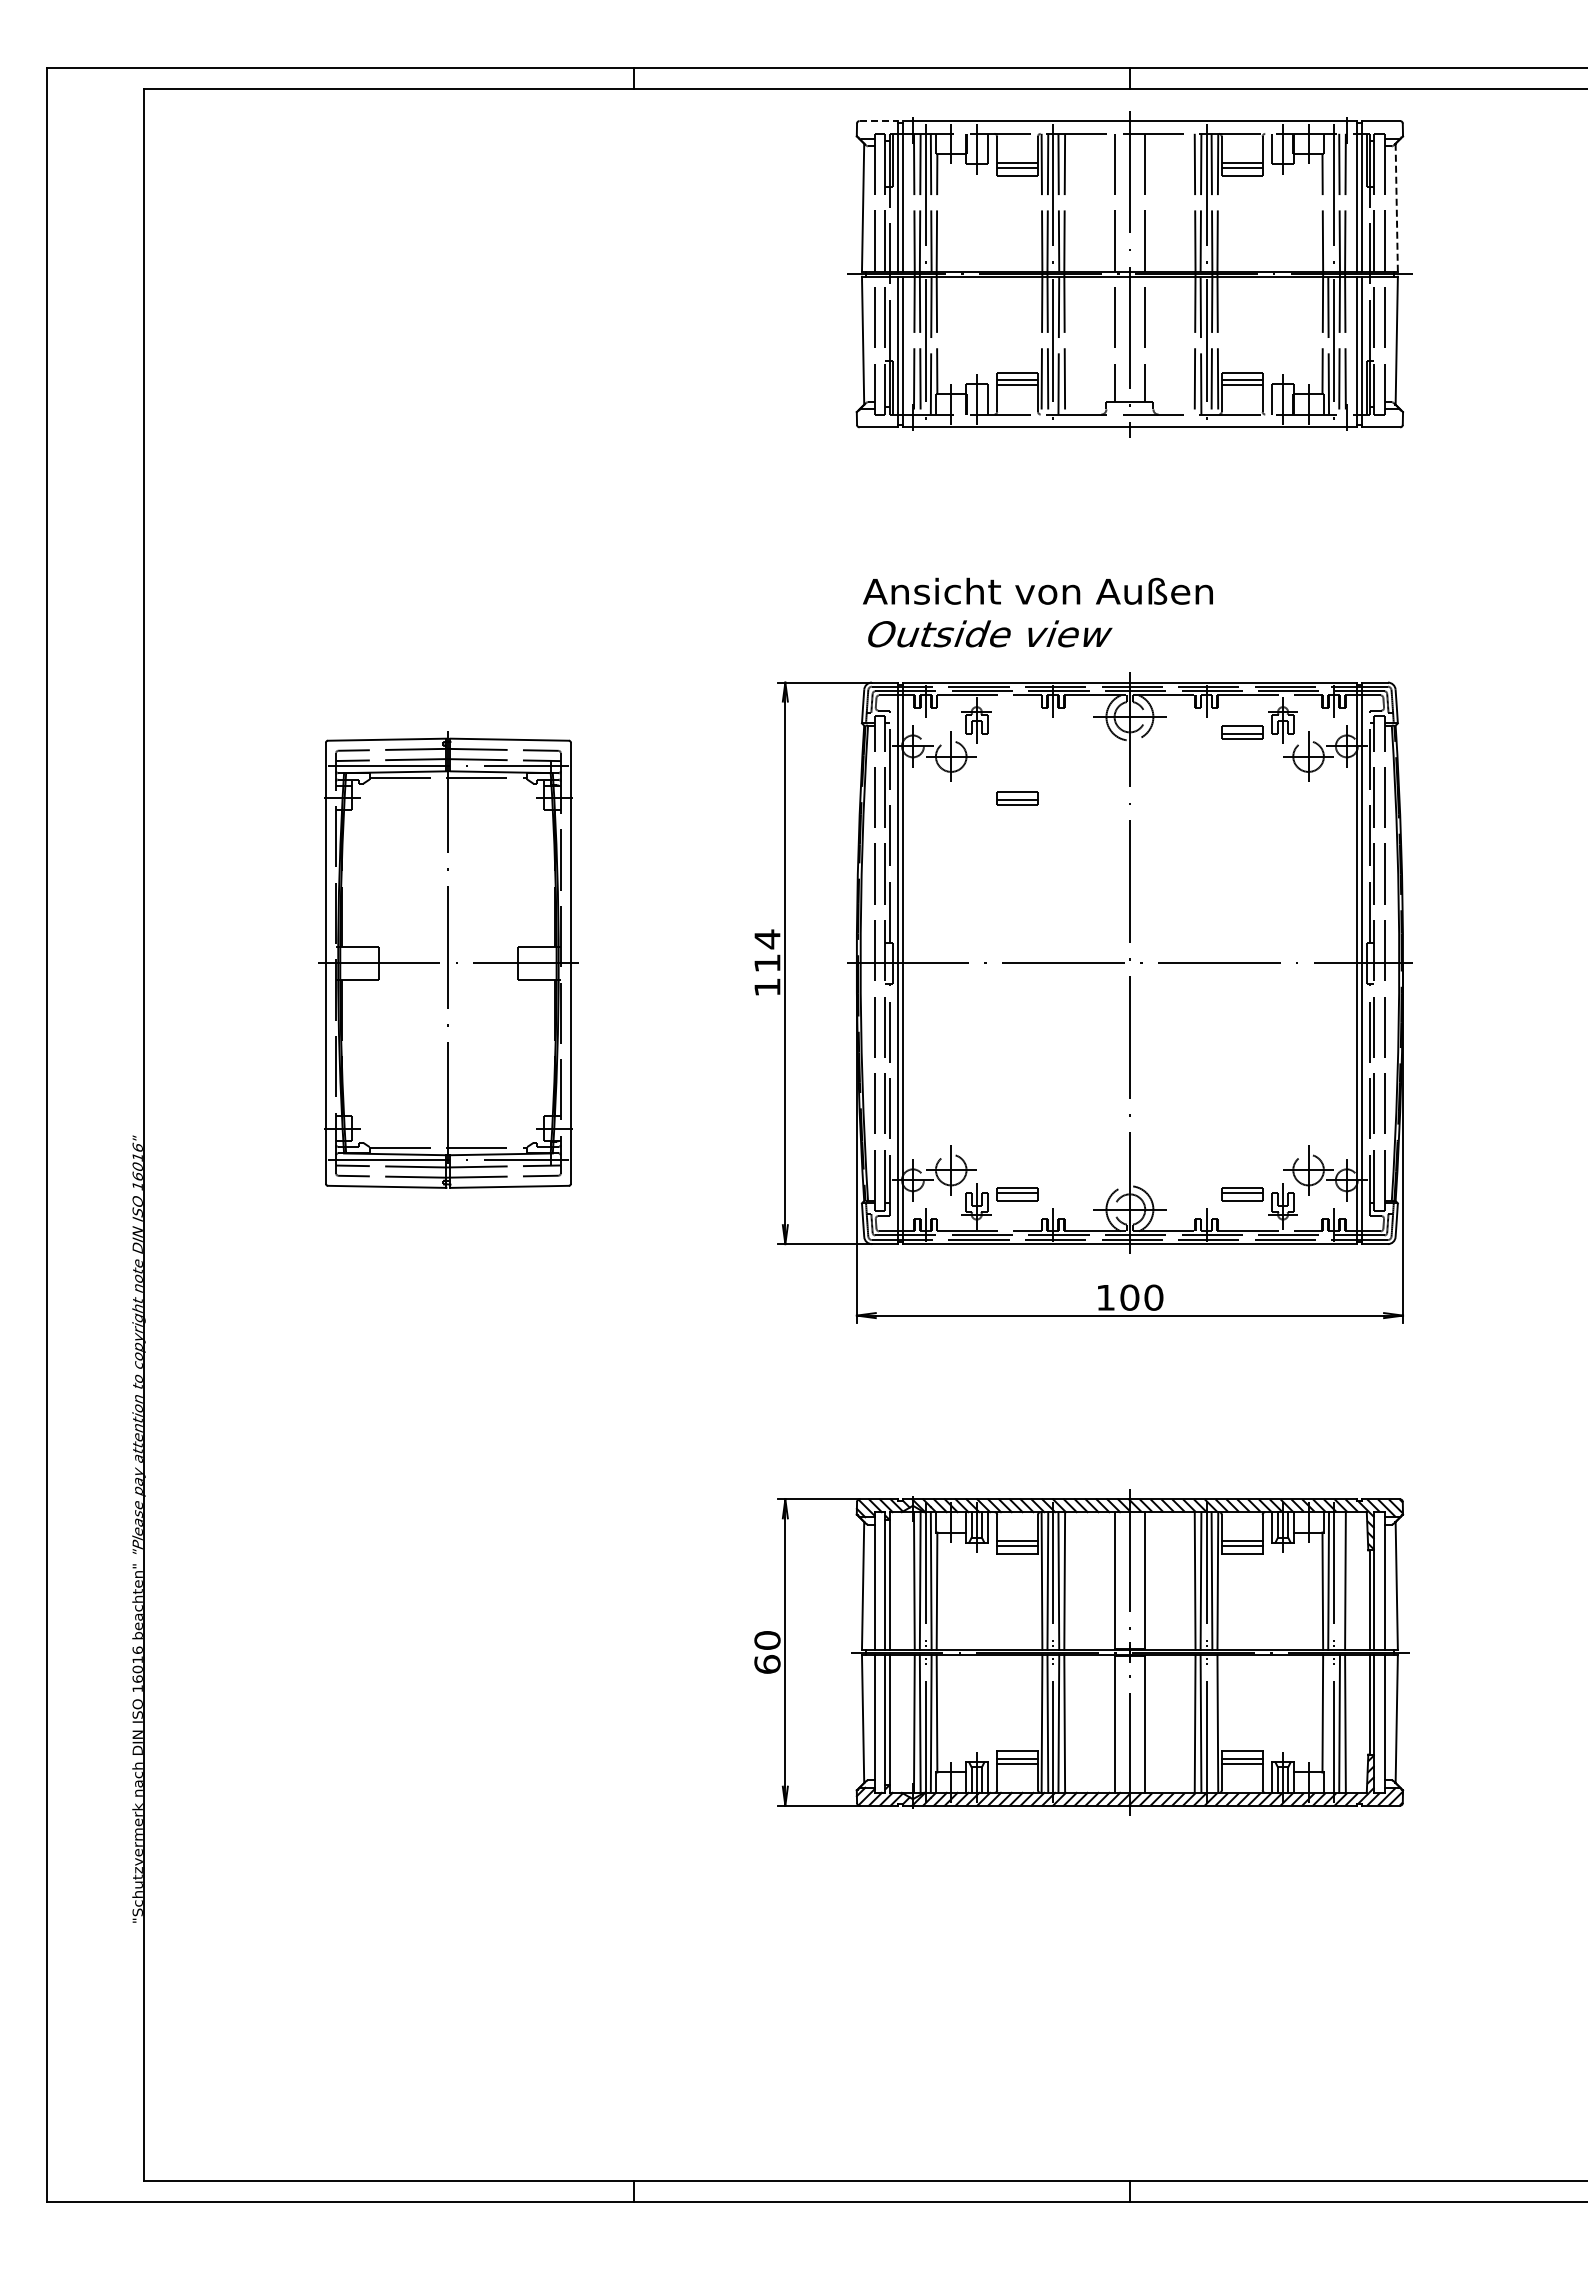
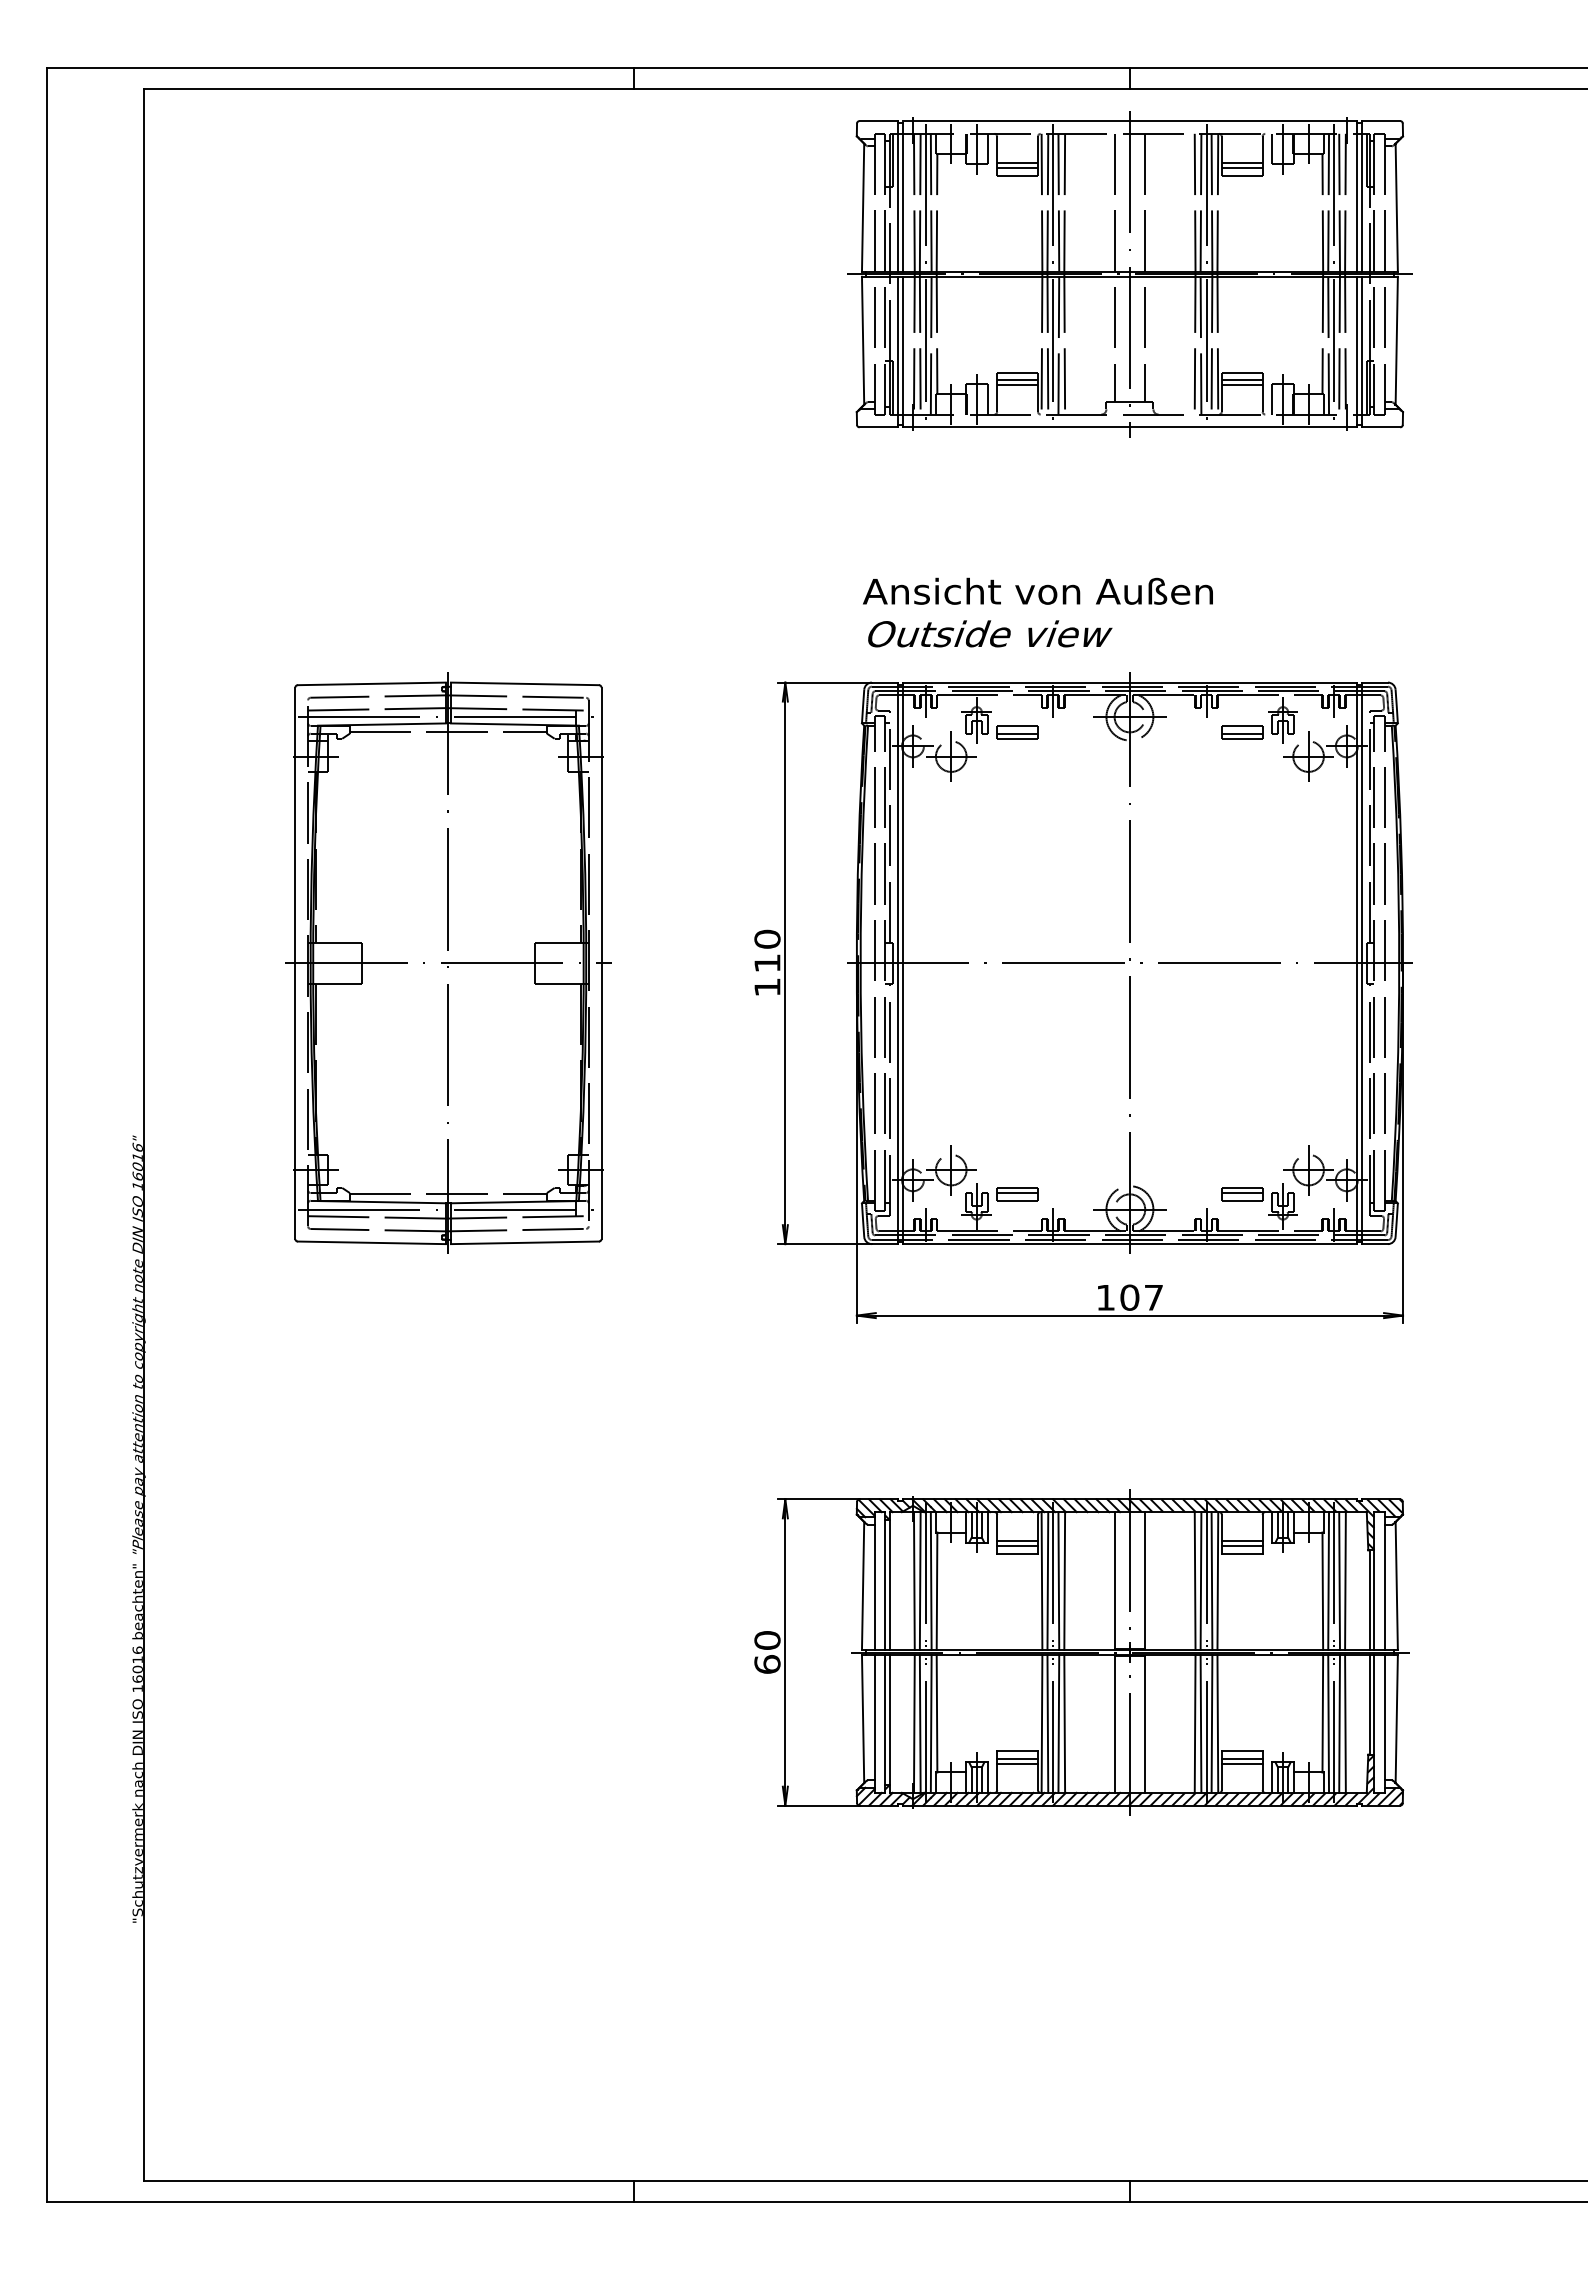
line at (879, 121): dashed -> solid
line at (1328, 202): none -> present
line at (1396, 207): dashed -> solid
part at (1017, 798) position: (1017, 798) -> (1017, 732)
text at (767, 939): 114 -> 110
part at (448, 959) size: 261x458 px -> 327x582 px
text at (1153, 1297): 100 -> 107
line at (1339, 1580): none -> present
line at (1211, 1723): none -> present
line at (1328, 1723): none -> present
